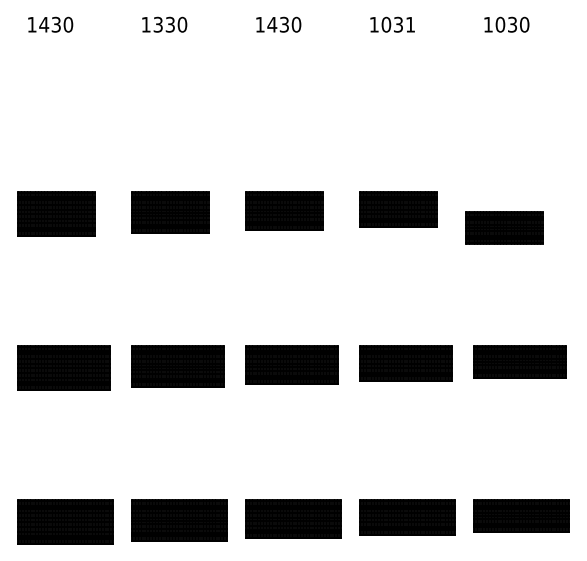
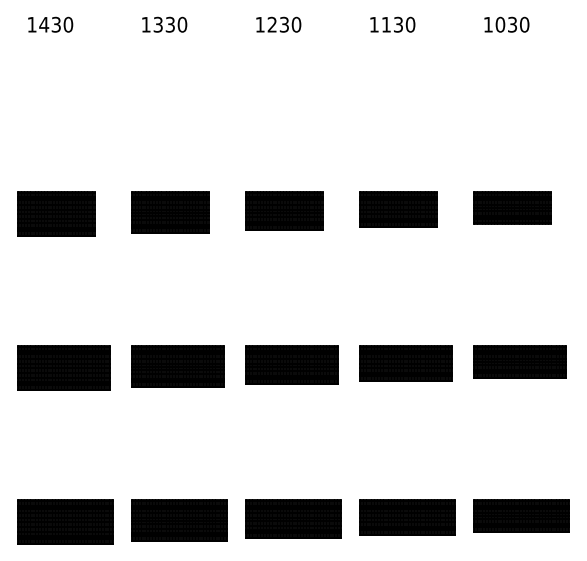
text at (272, 24): 1430 -> 1230
text at (398, 24): 1031 -> 1130
part at (504, 227) position: (504, 227) -> (512, 207)
